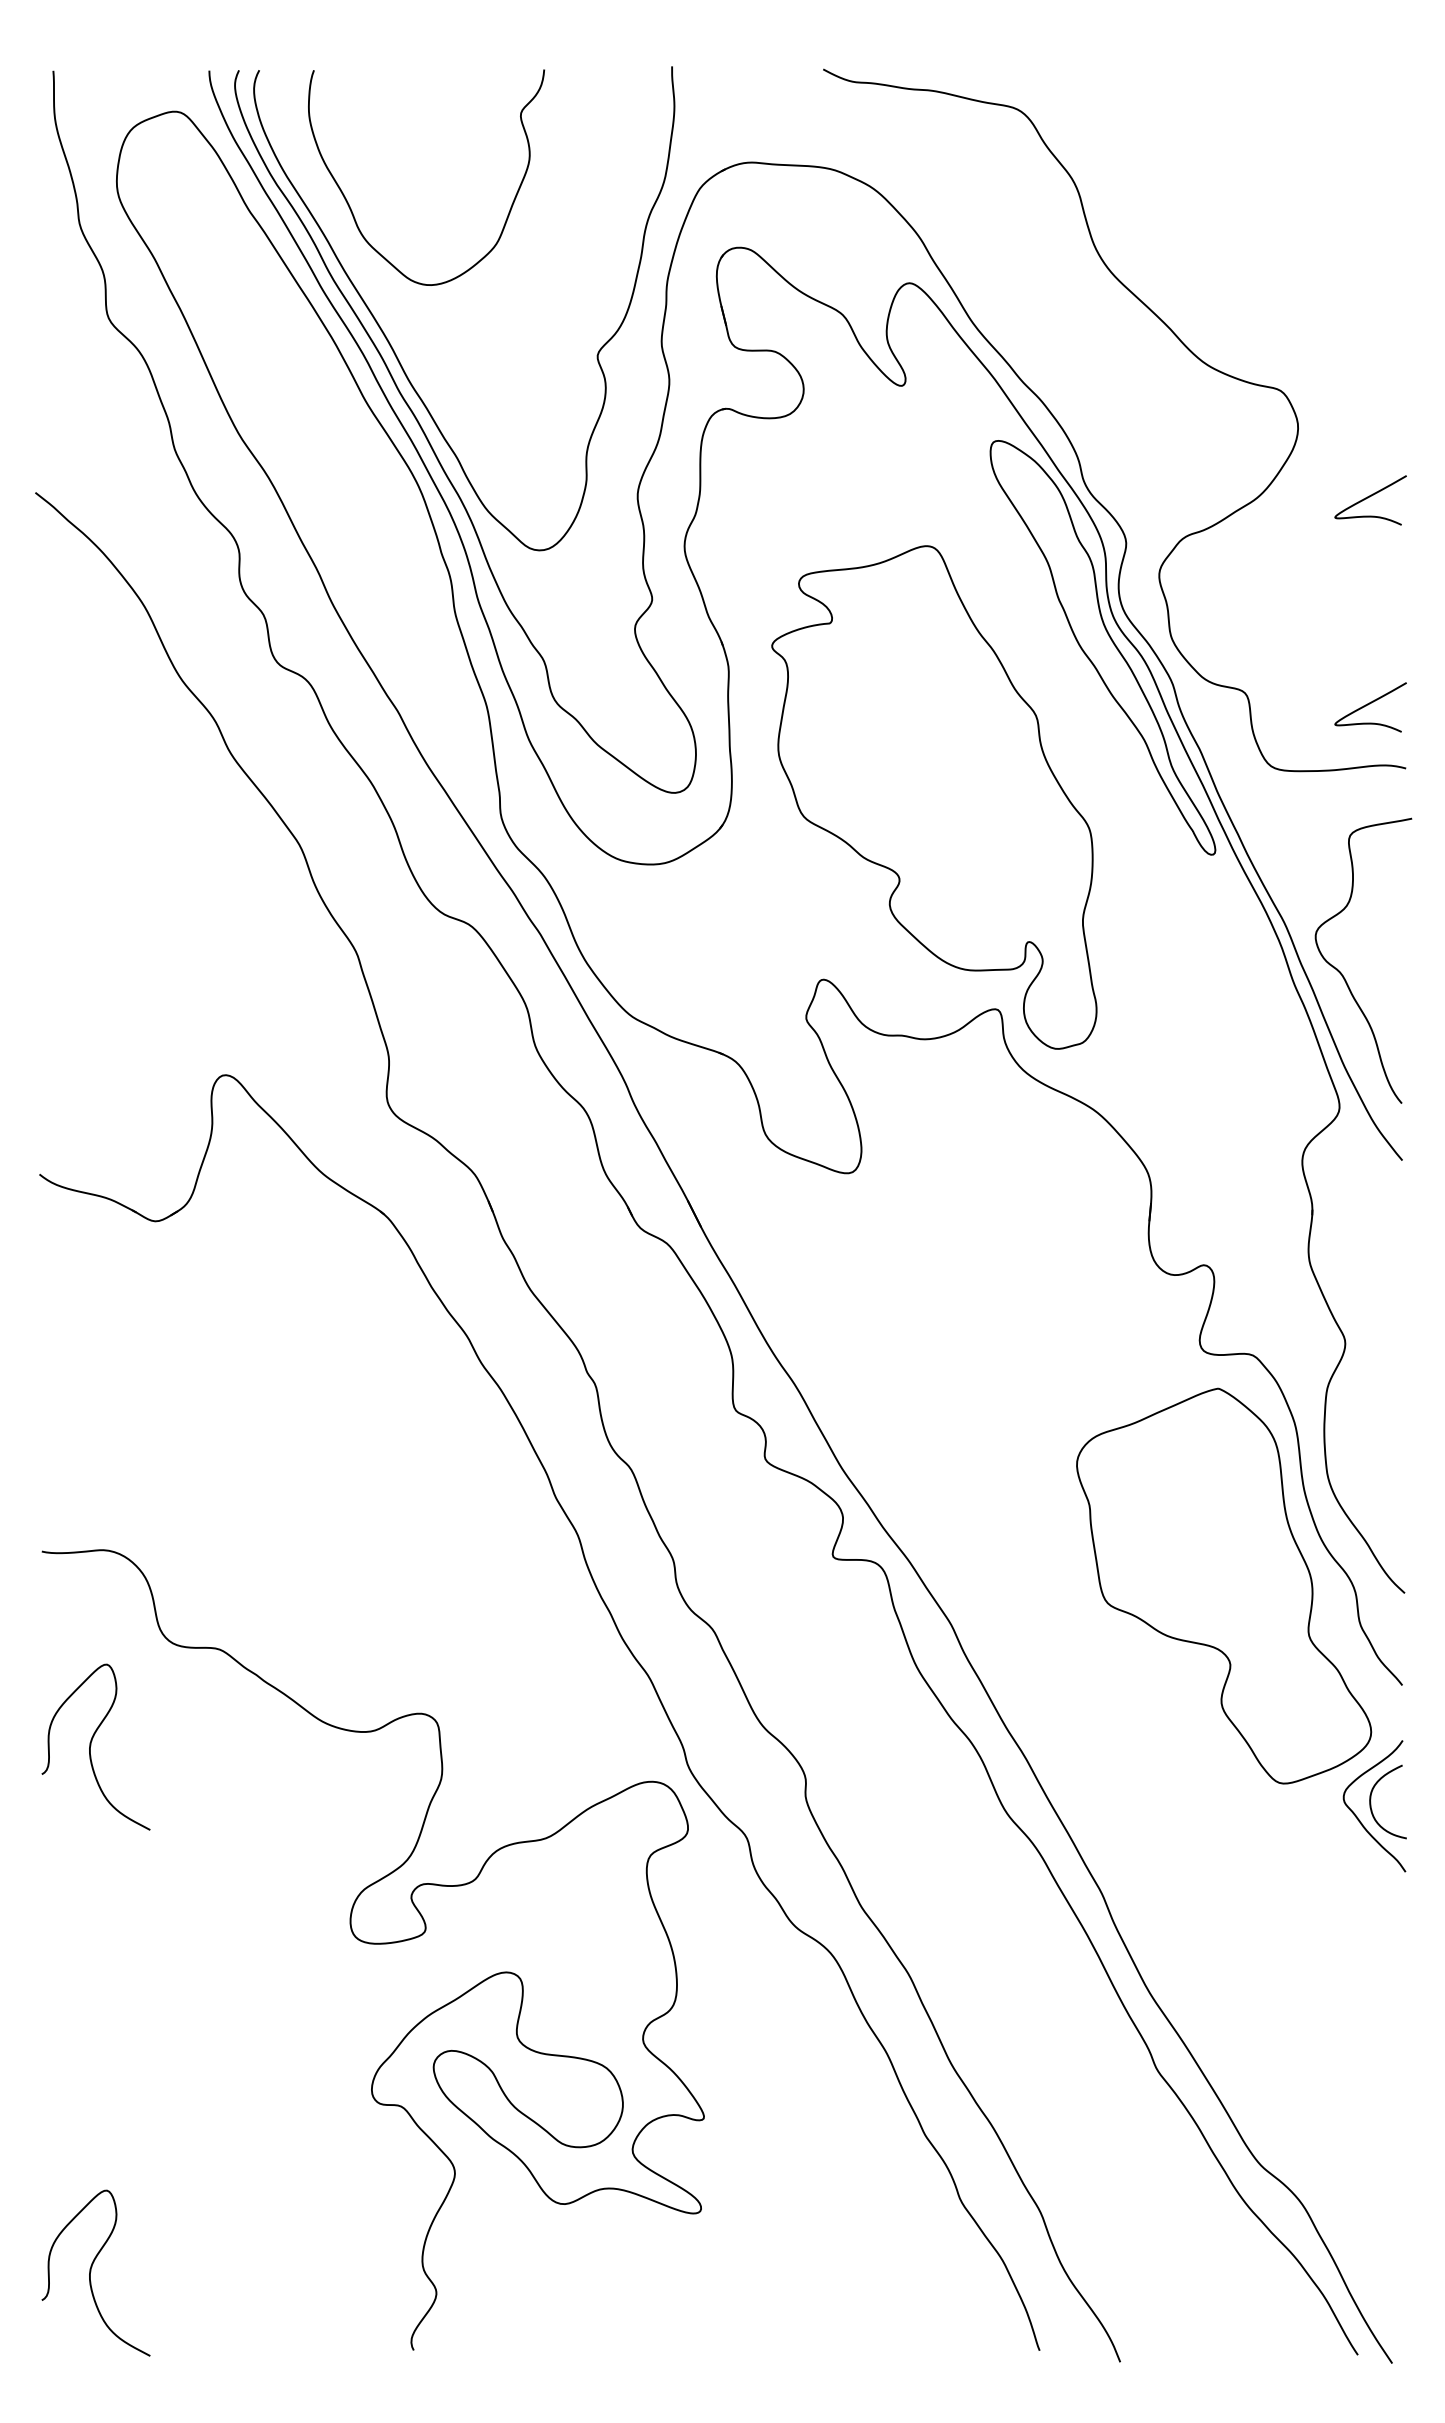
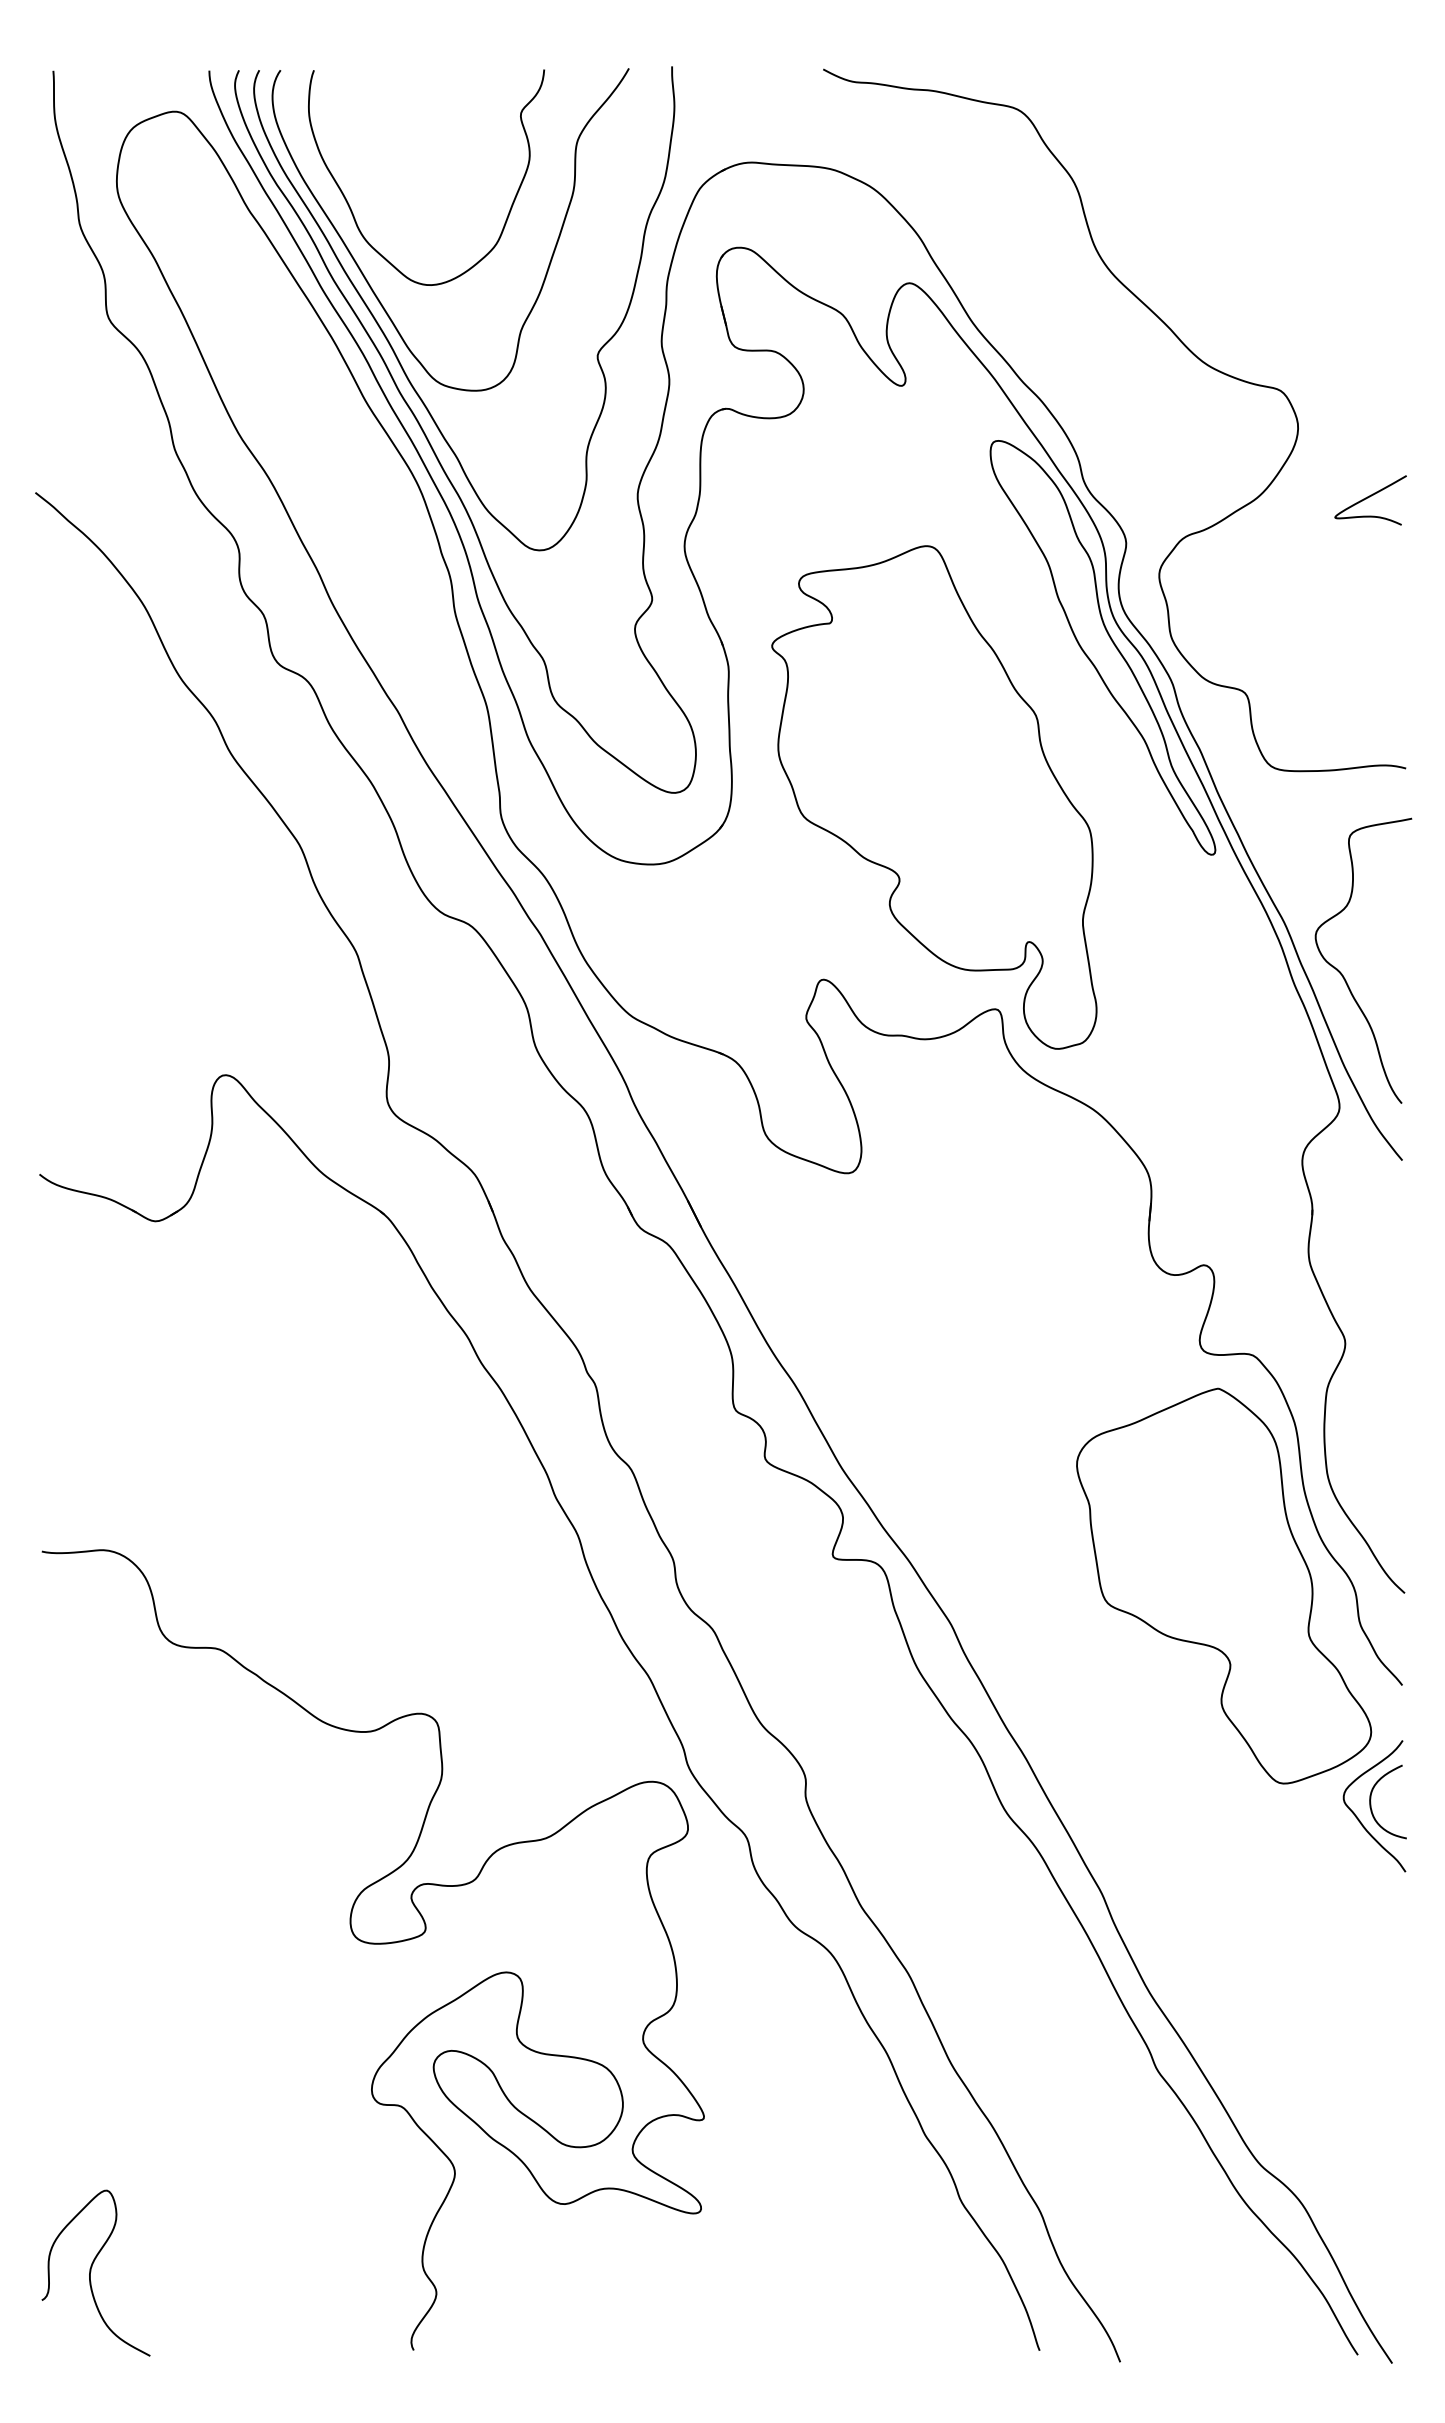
curve at (368, 281): none -> present
curve at (1368, 705): present -> none
curve at (91, 1745): present -> none
